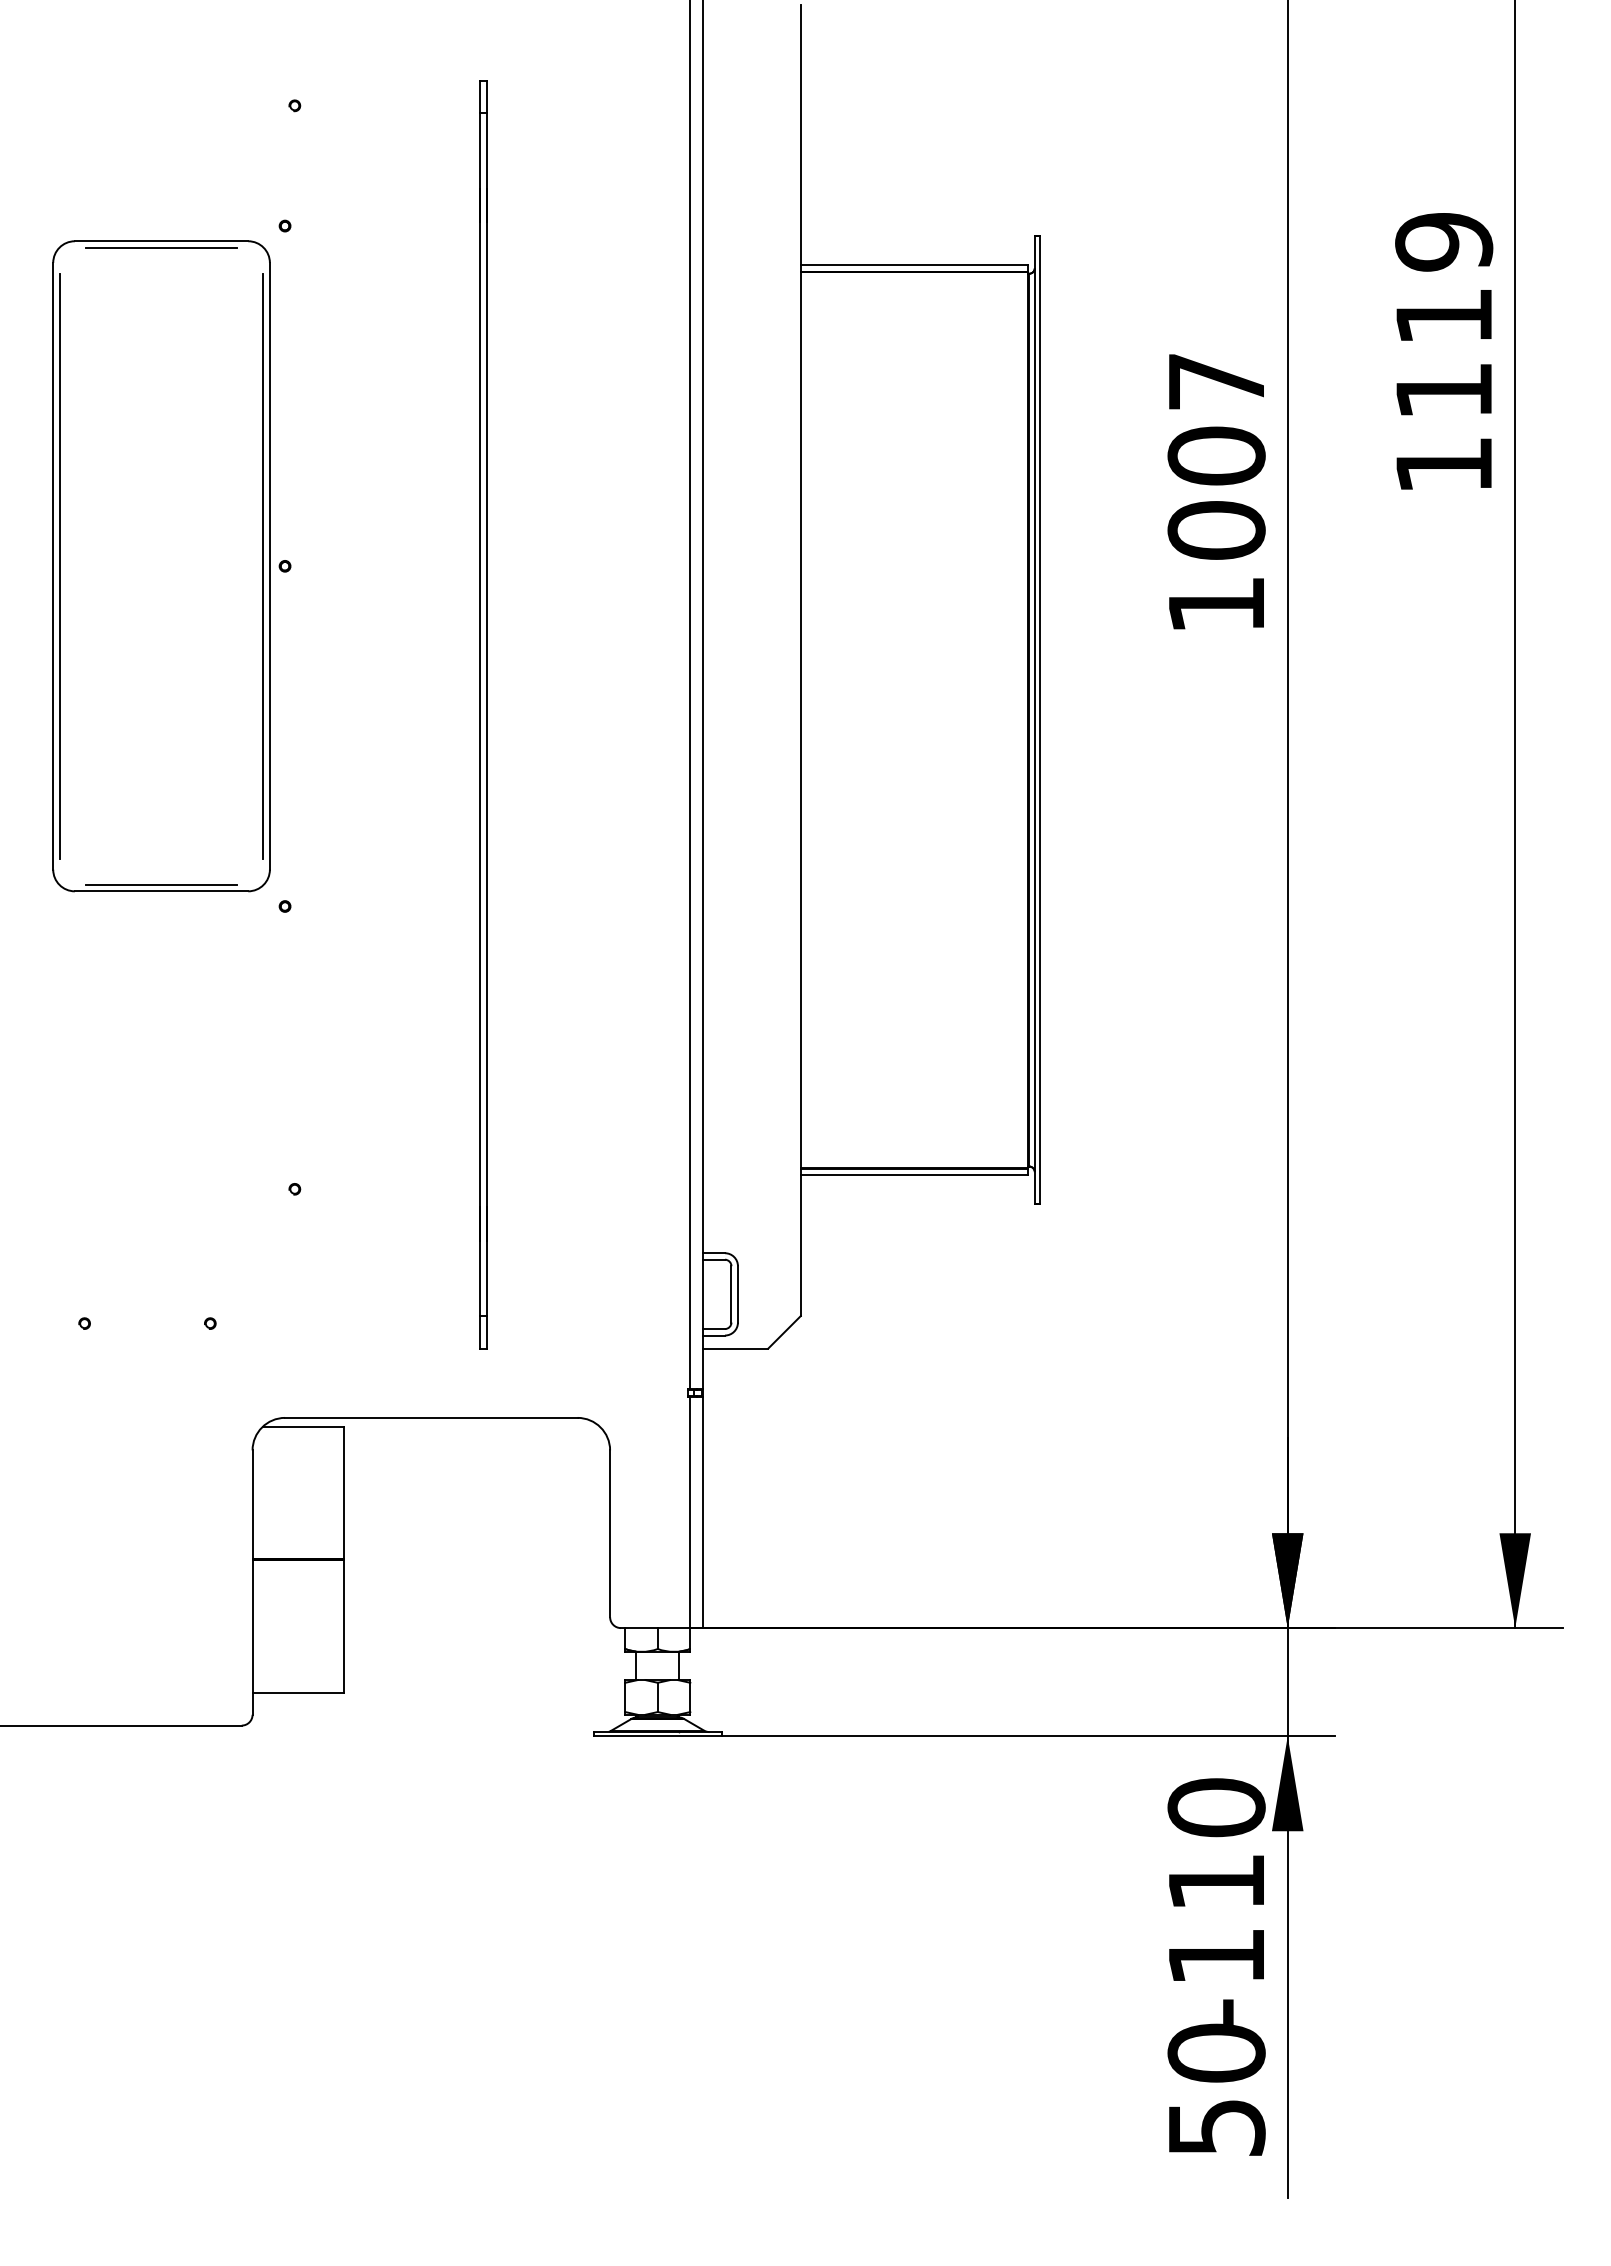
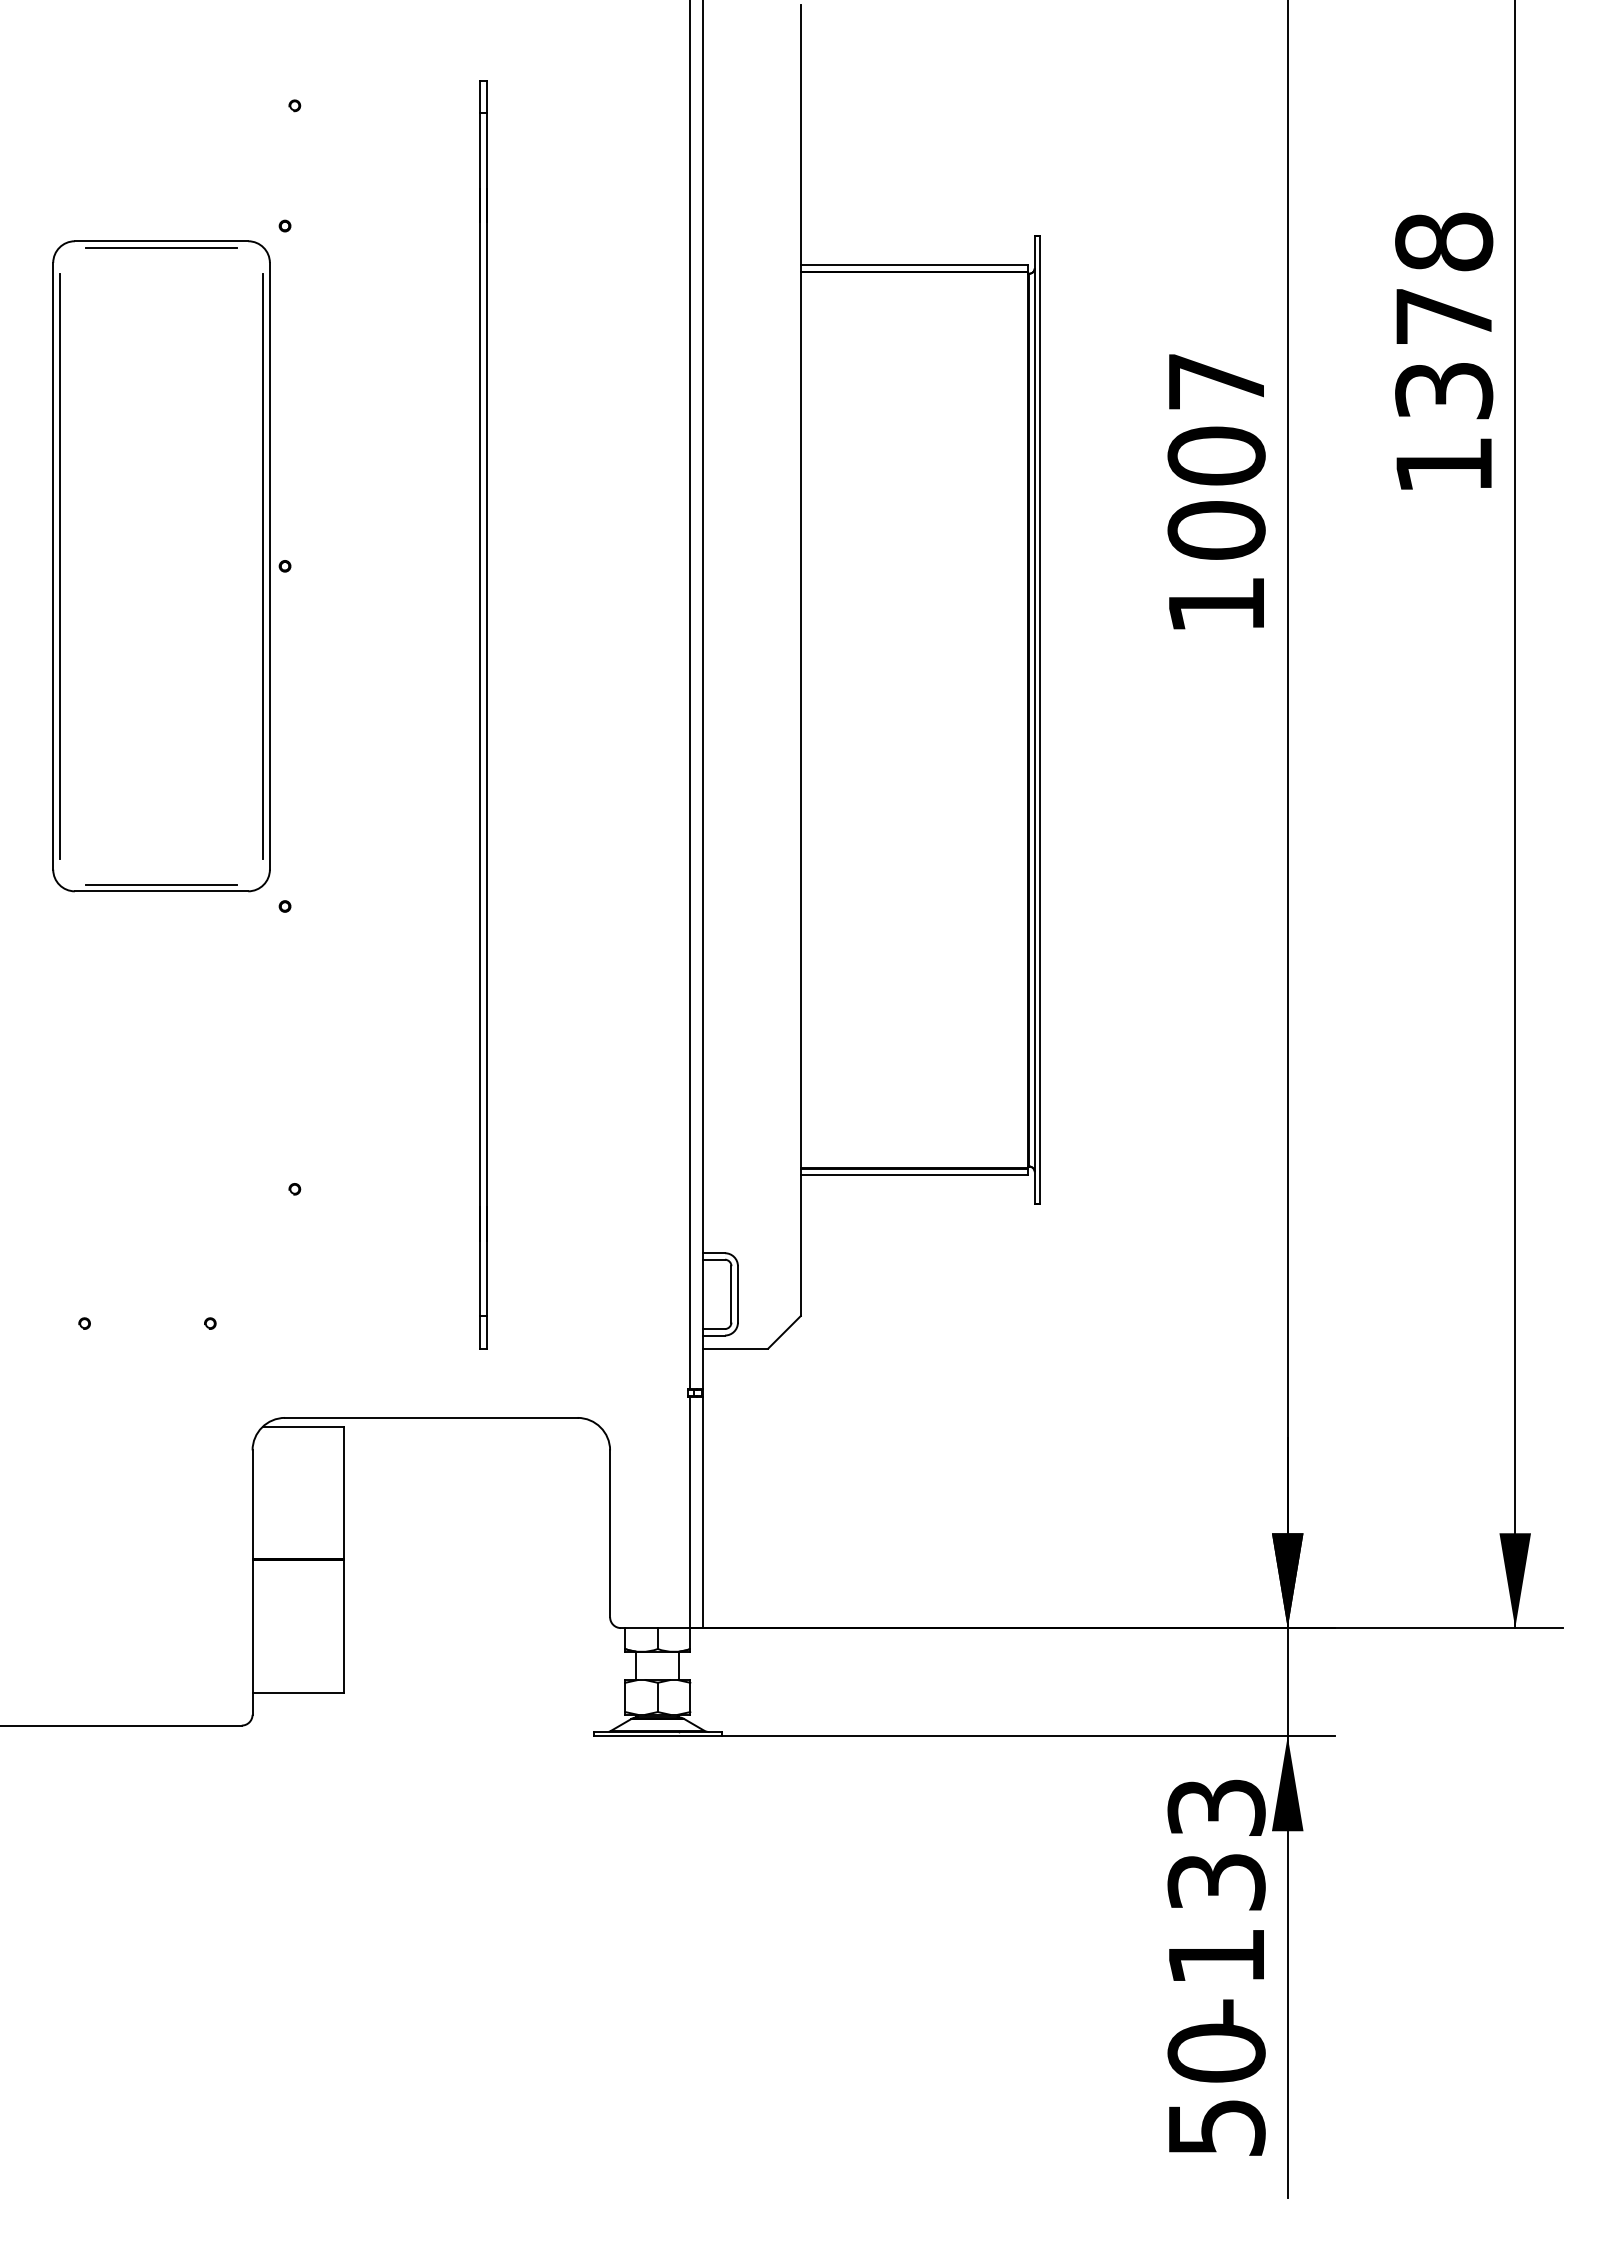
text at (1444, 315): 1119 -> 1378
text at (1216, 1844): -110 -> -133
